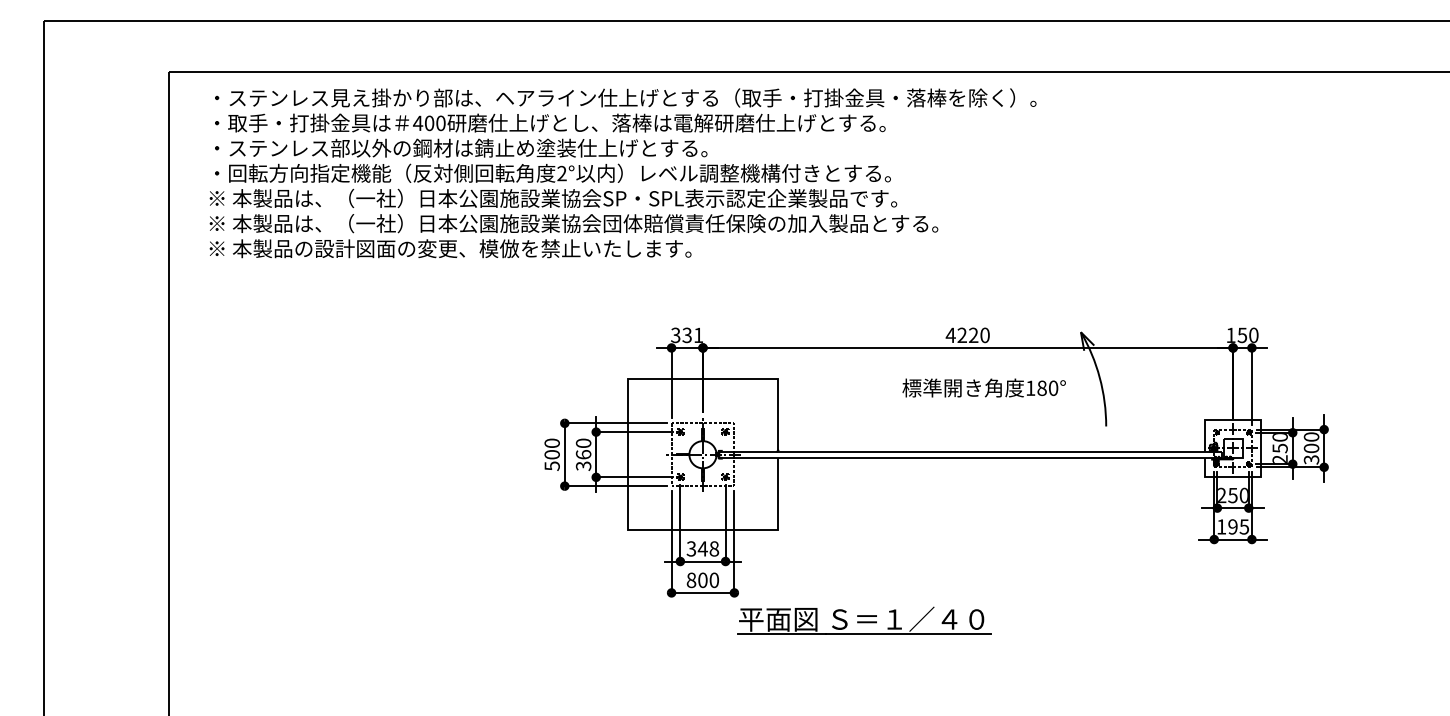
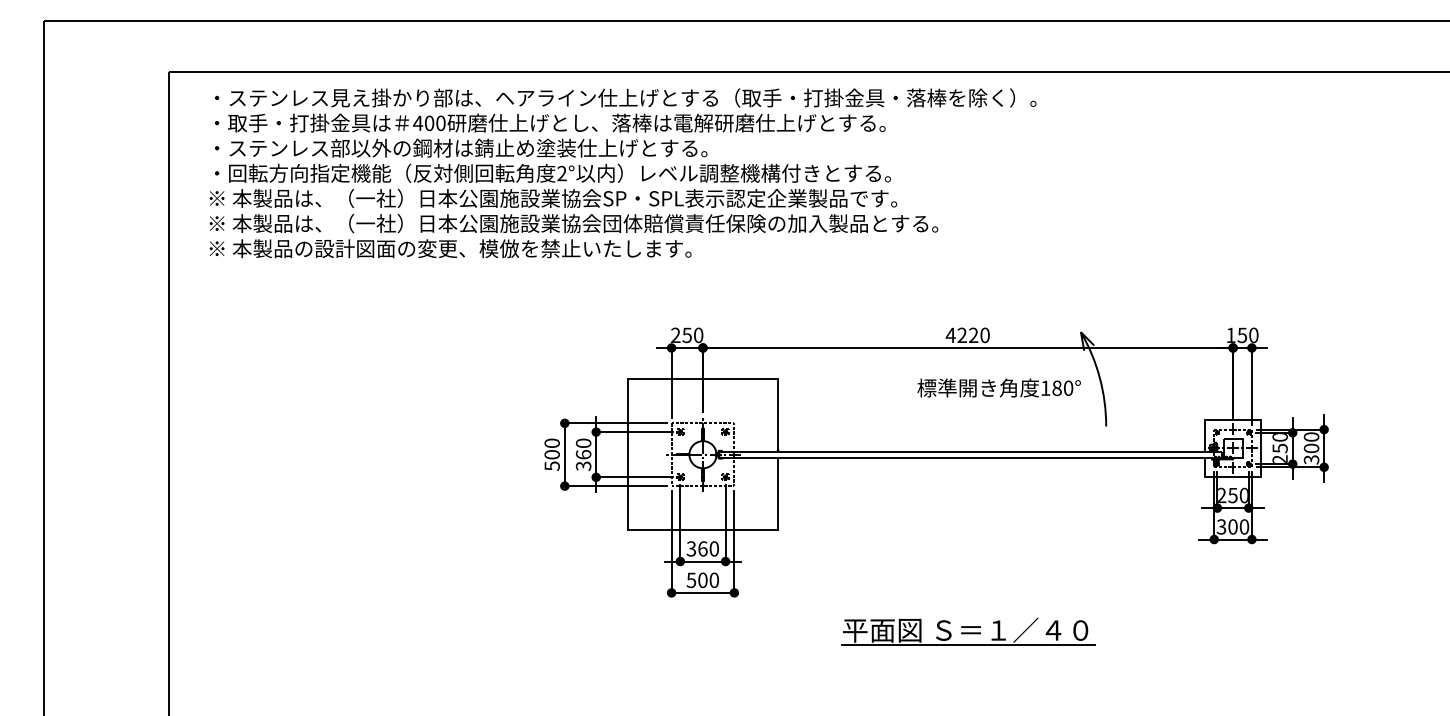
text at (687, 335): 331 -> 250
text at (983, 387) position: (983, 387) -> (998, 387)
text at (1232, 526): 195 -> 300
text at (708, 548): 348 -> 360
text at (691, 579): 800 -> 500
part at (864, 620) position: (864, 620) -> (968, 631)
